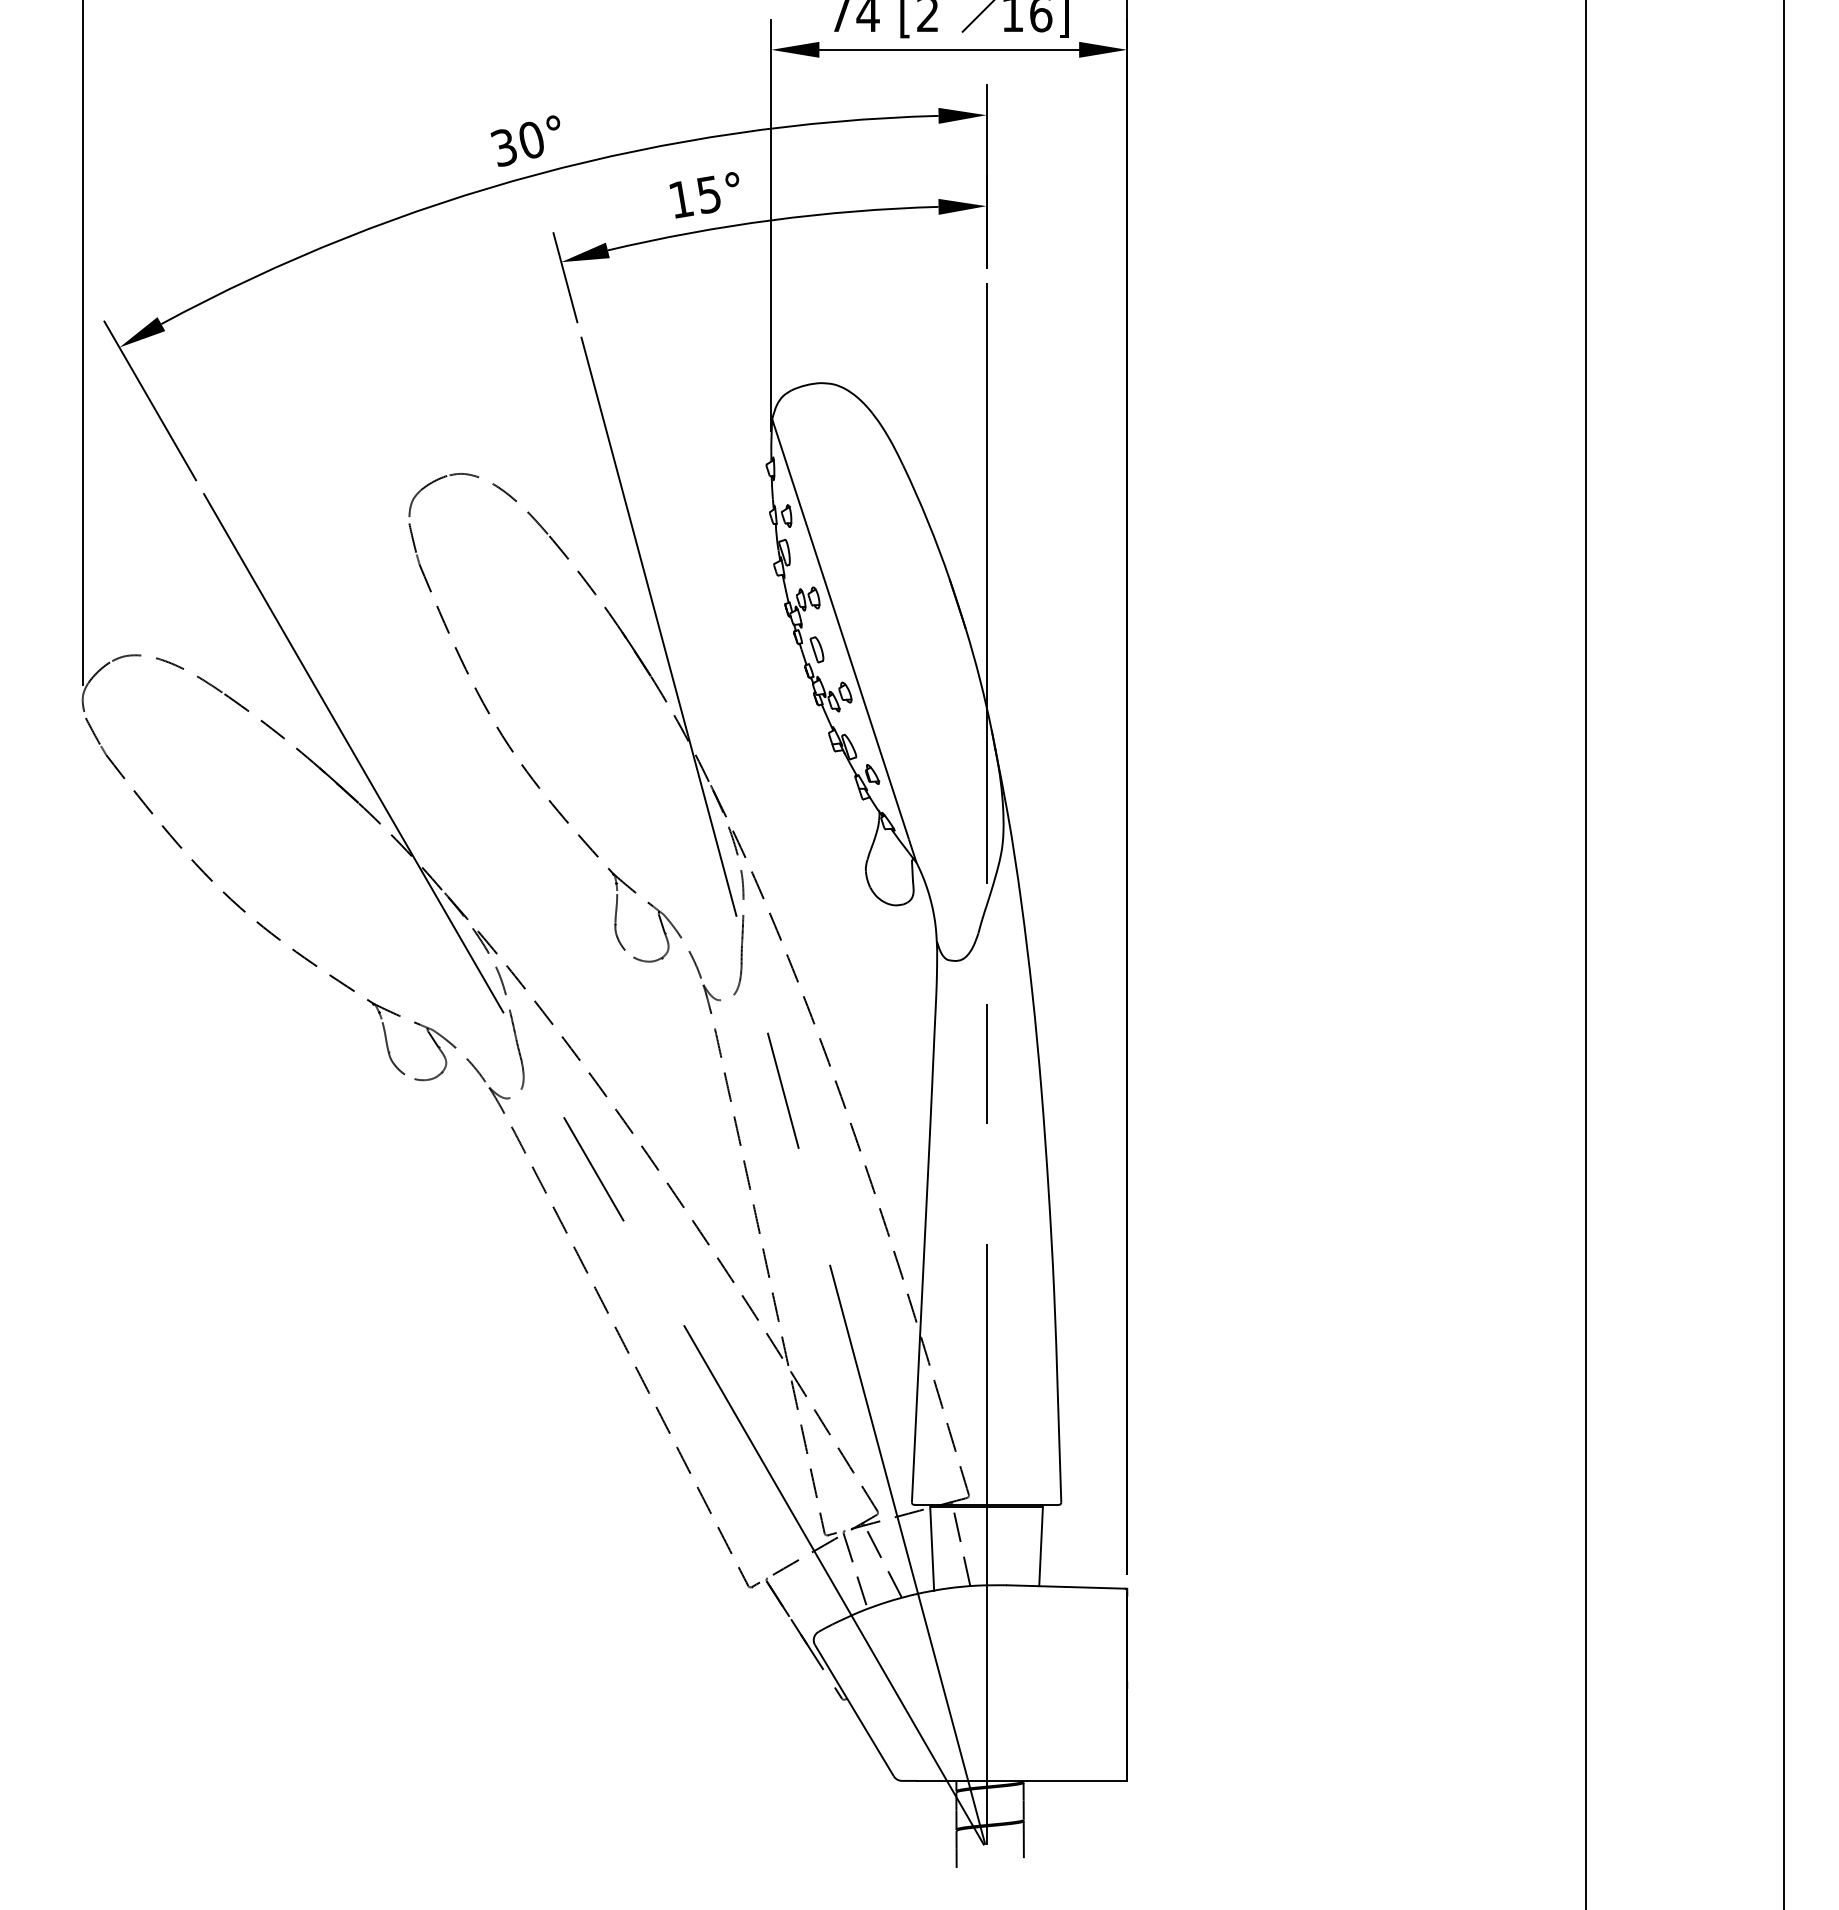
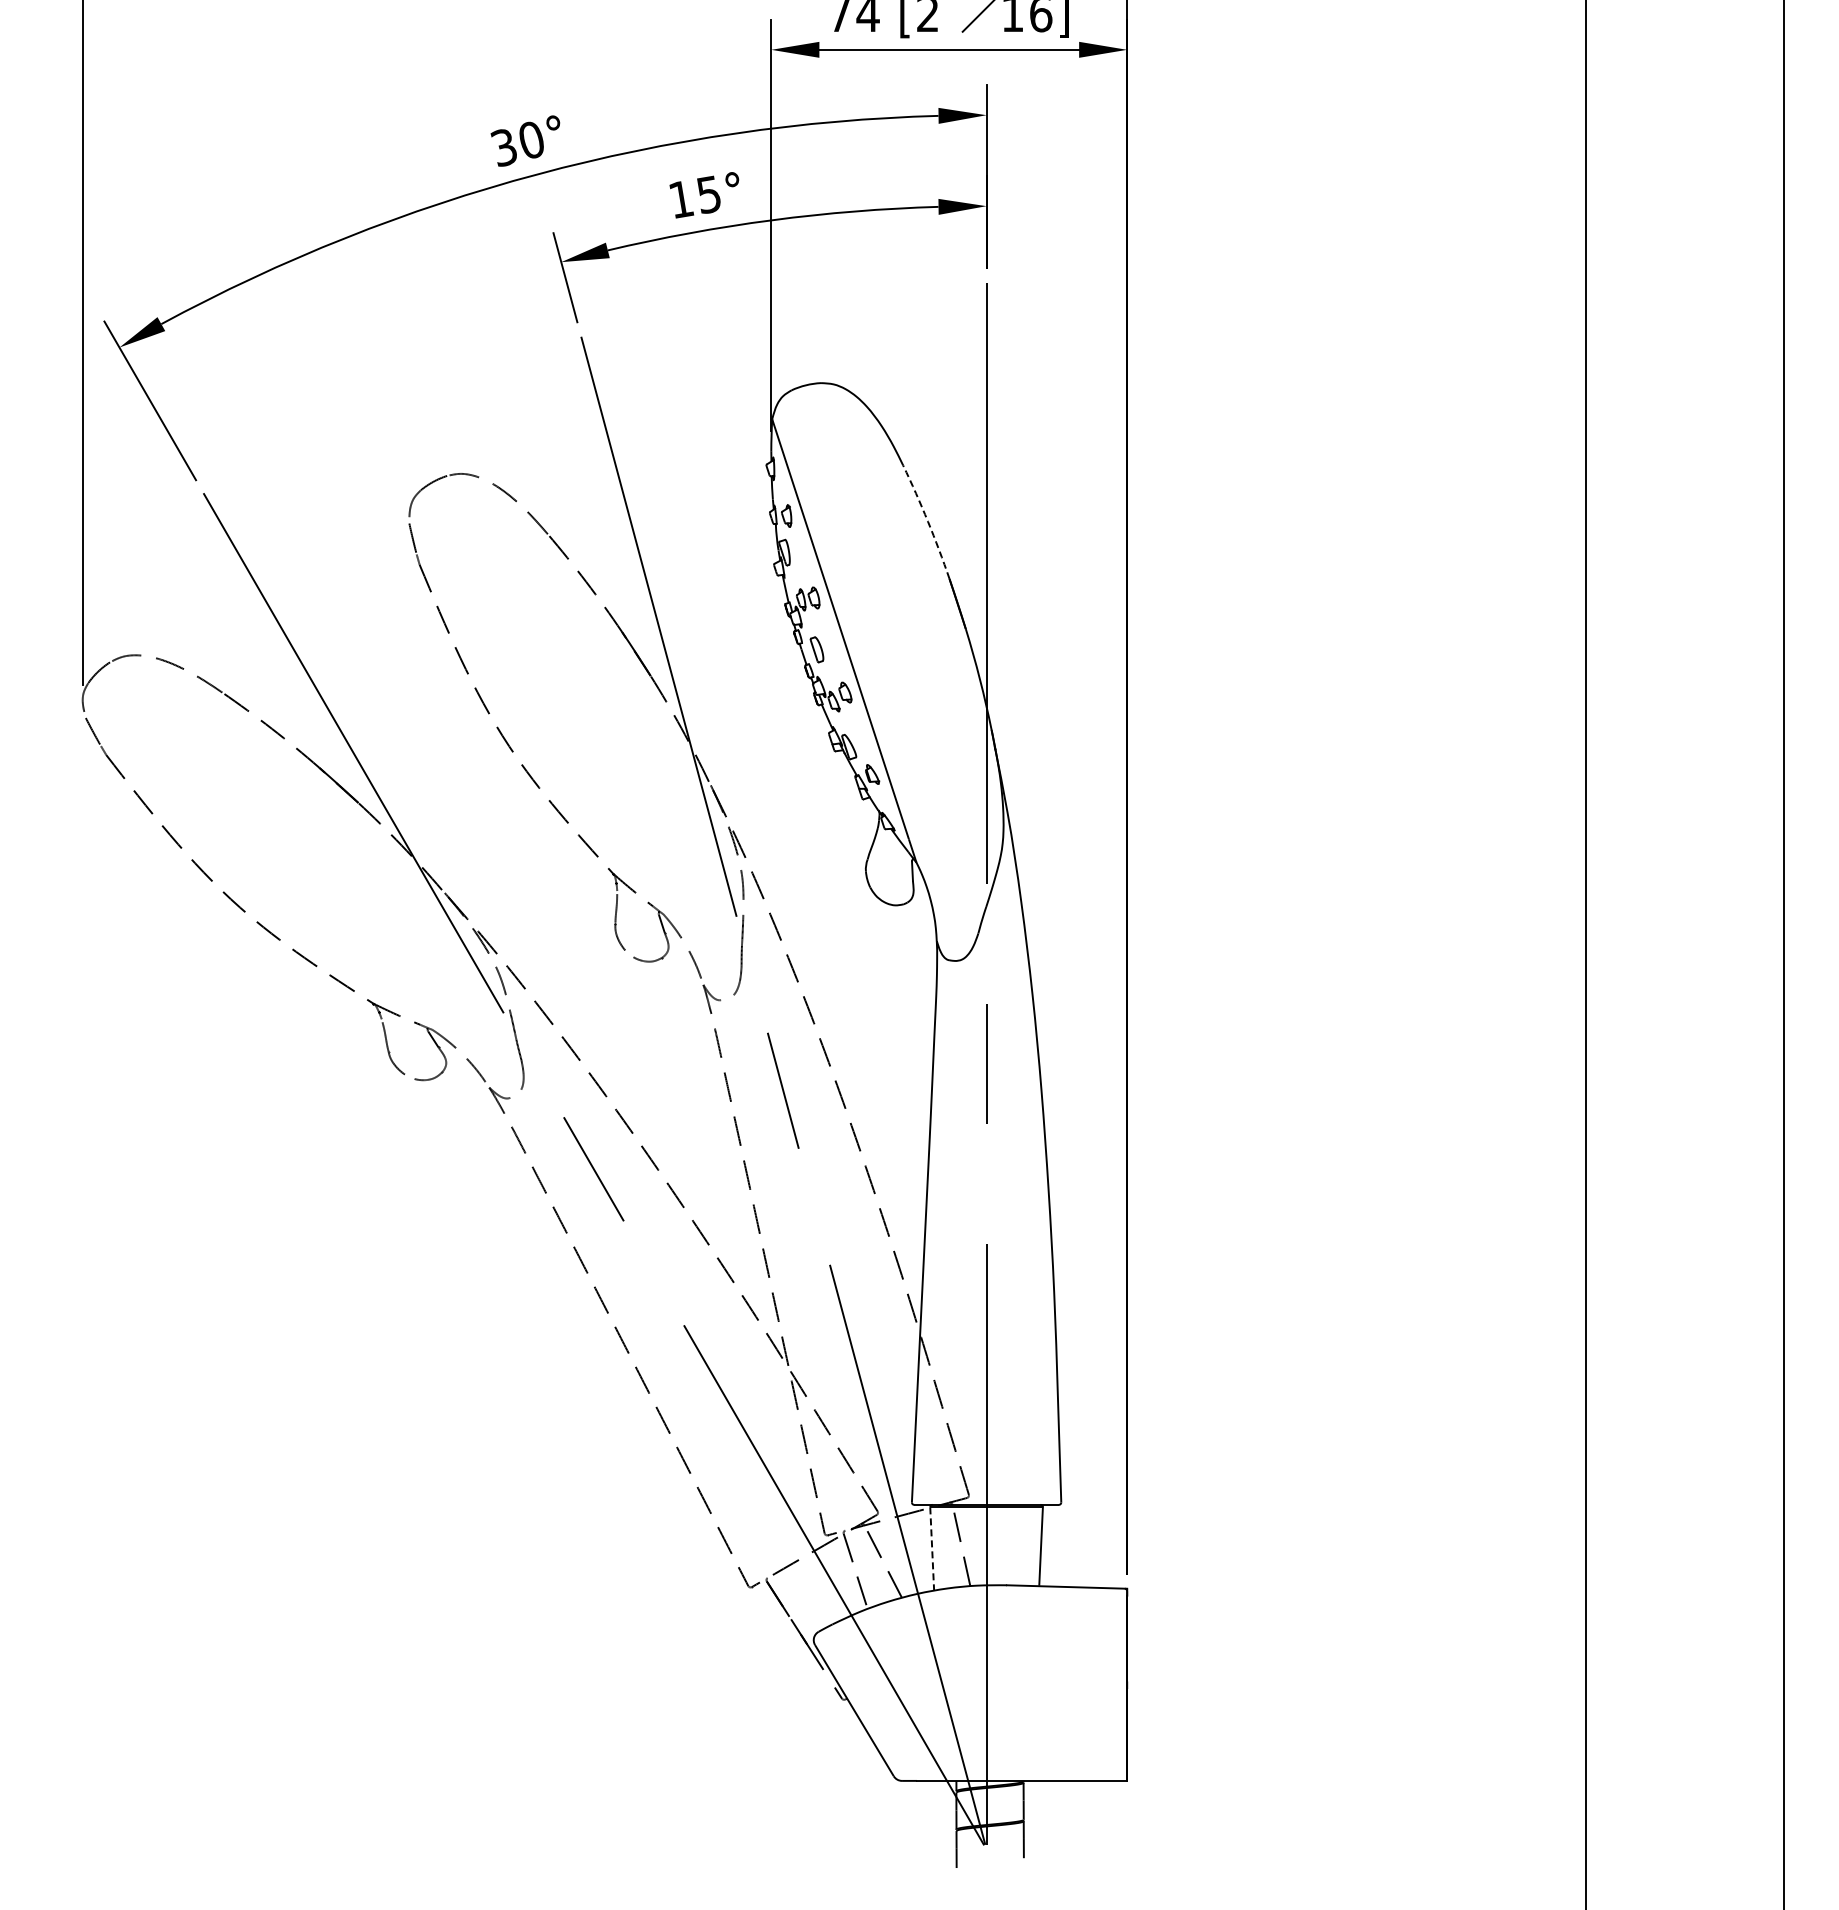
arc at (927, 521): solid -> dashed
line at (932, 1549): solid -> dashed
